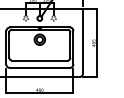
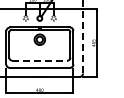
line at (83, 41): solid -> dashed
line at (39, 60): solid -> dashed
